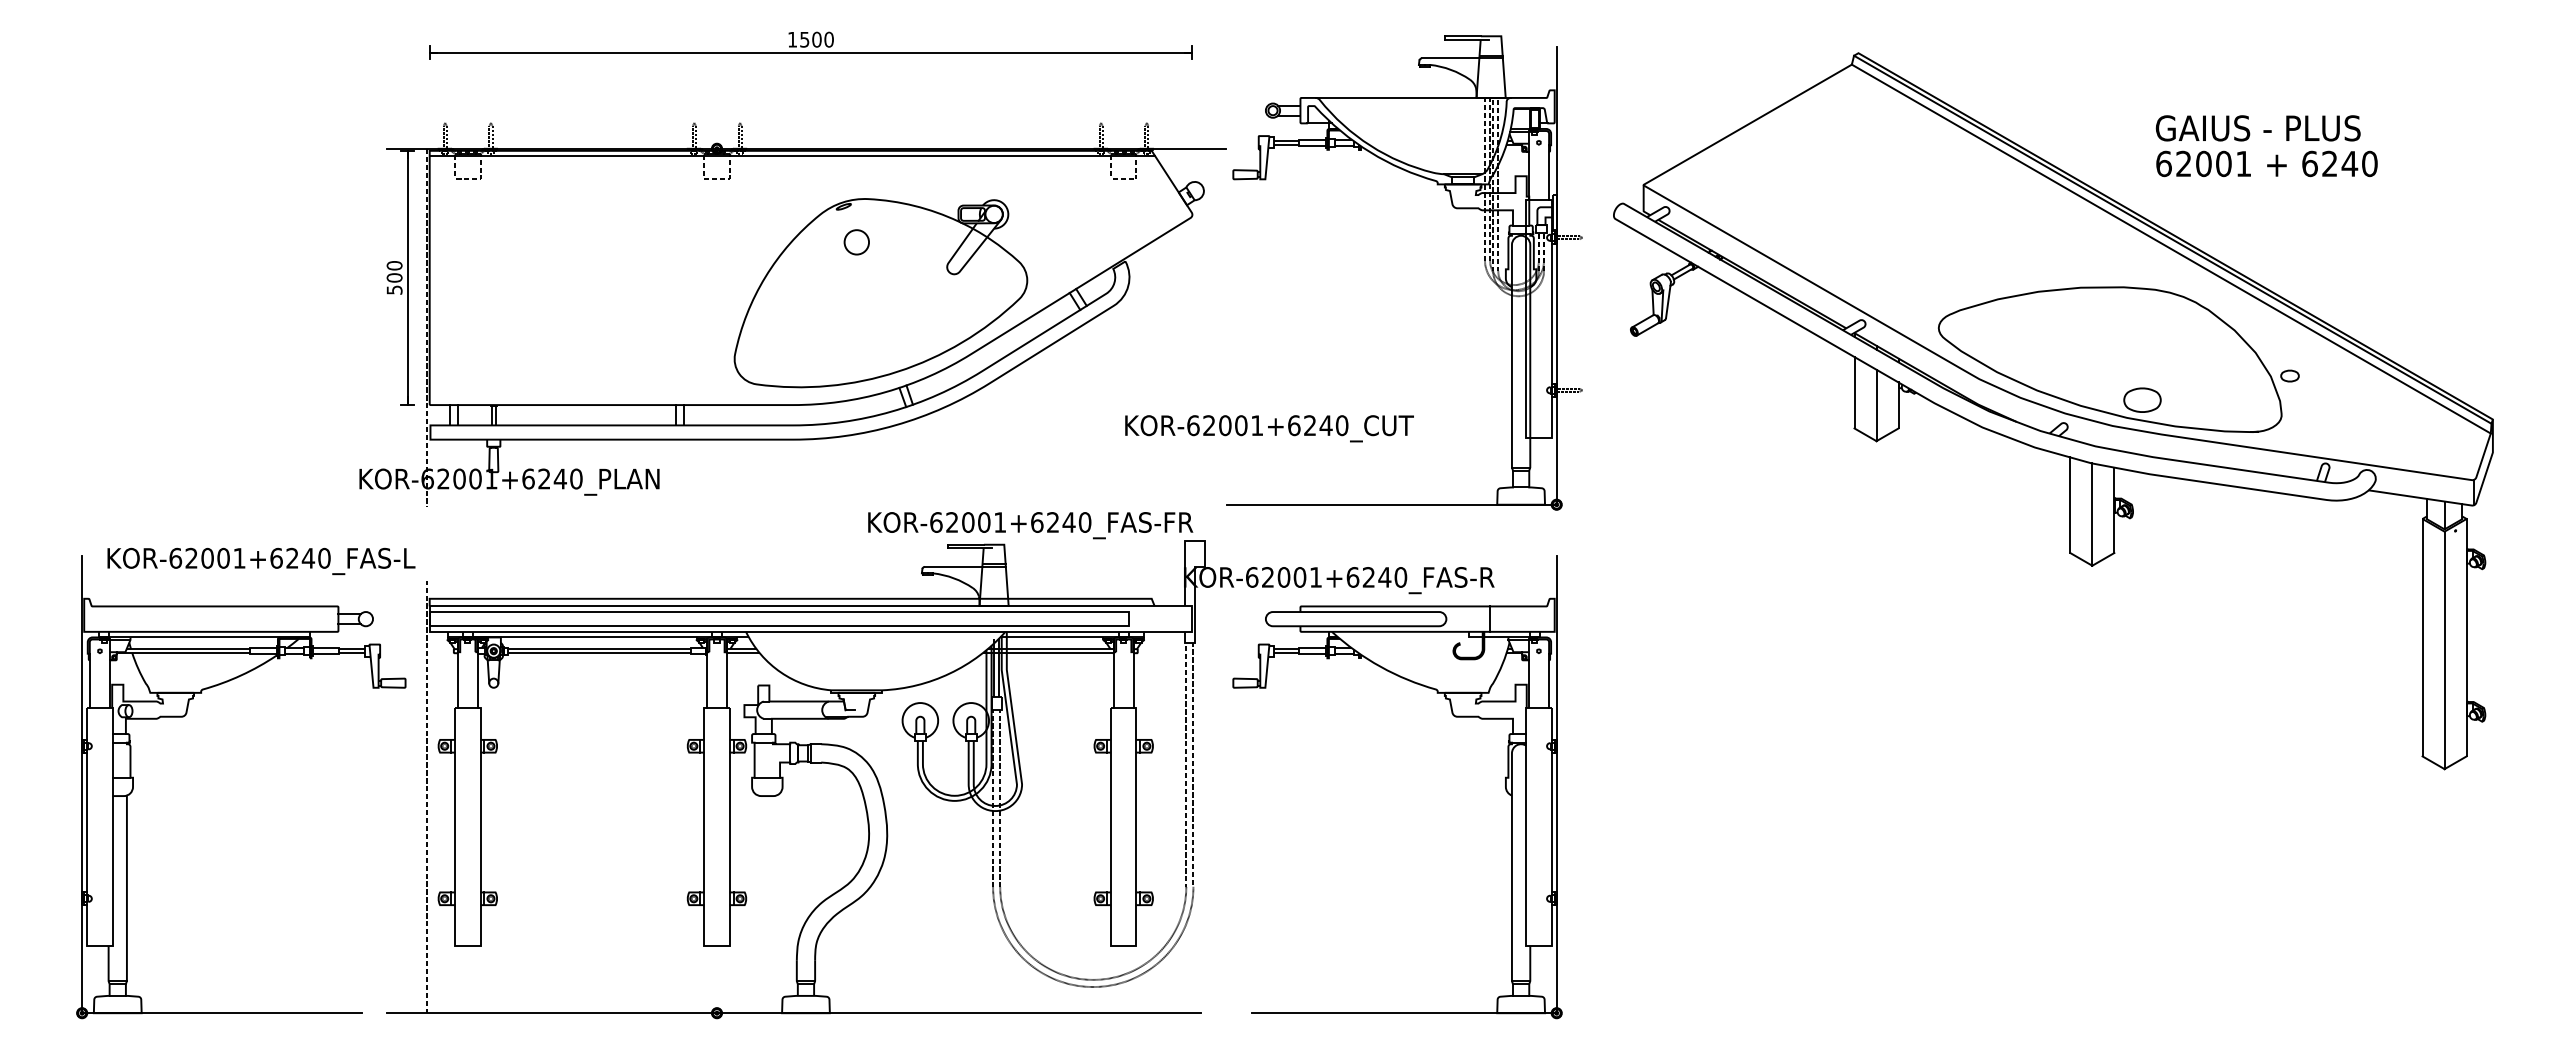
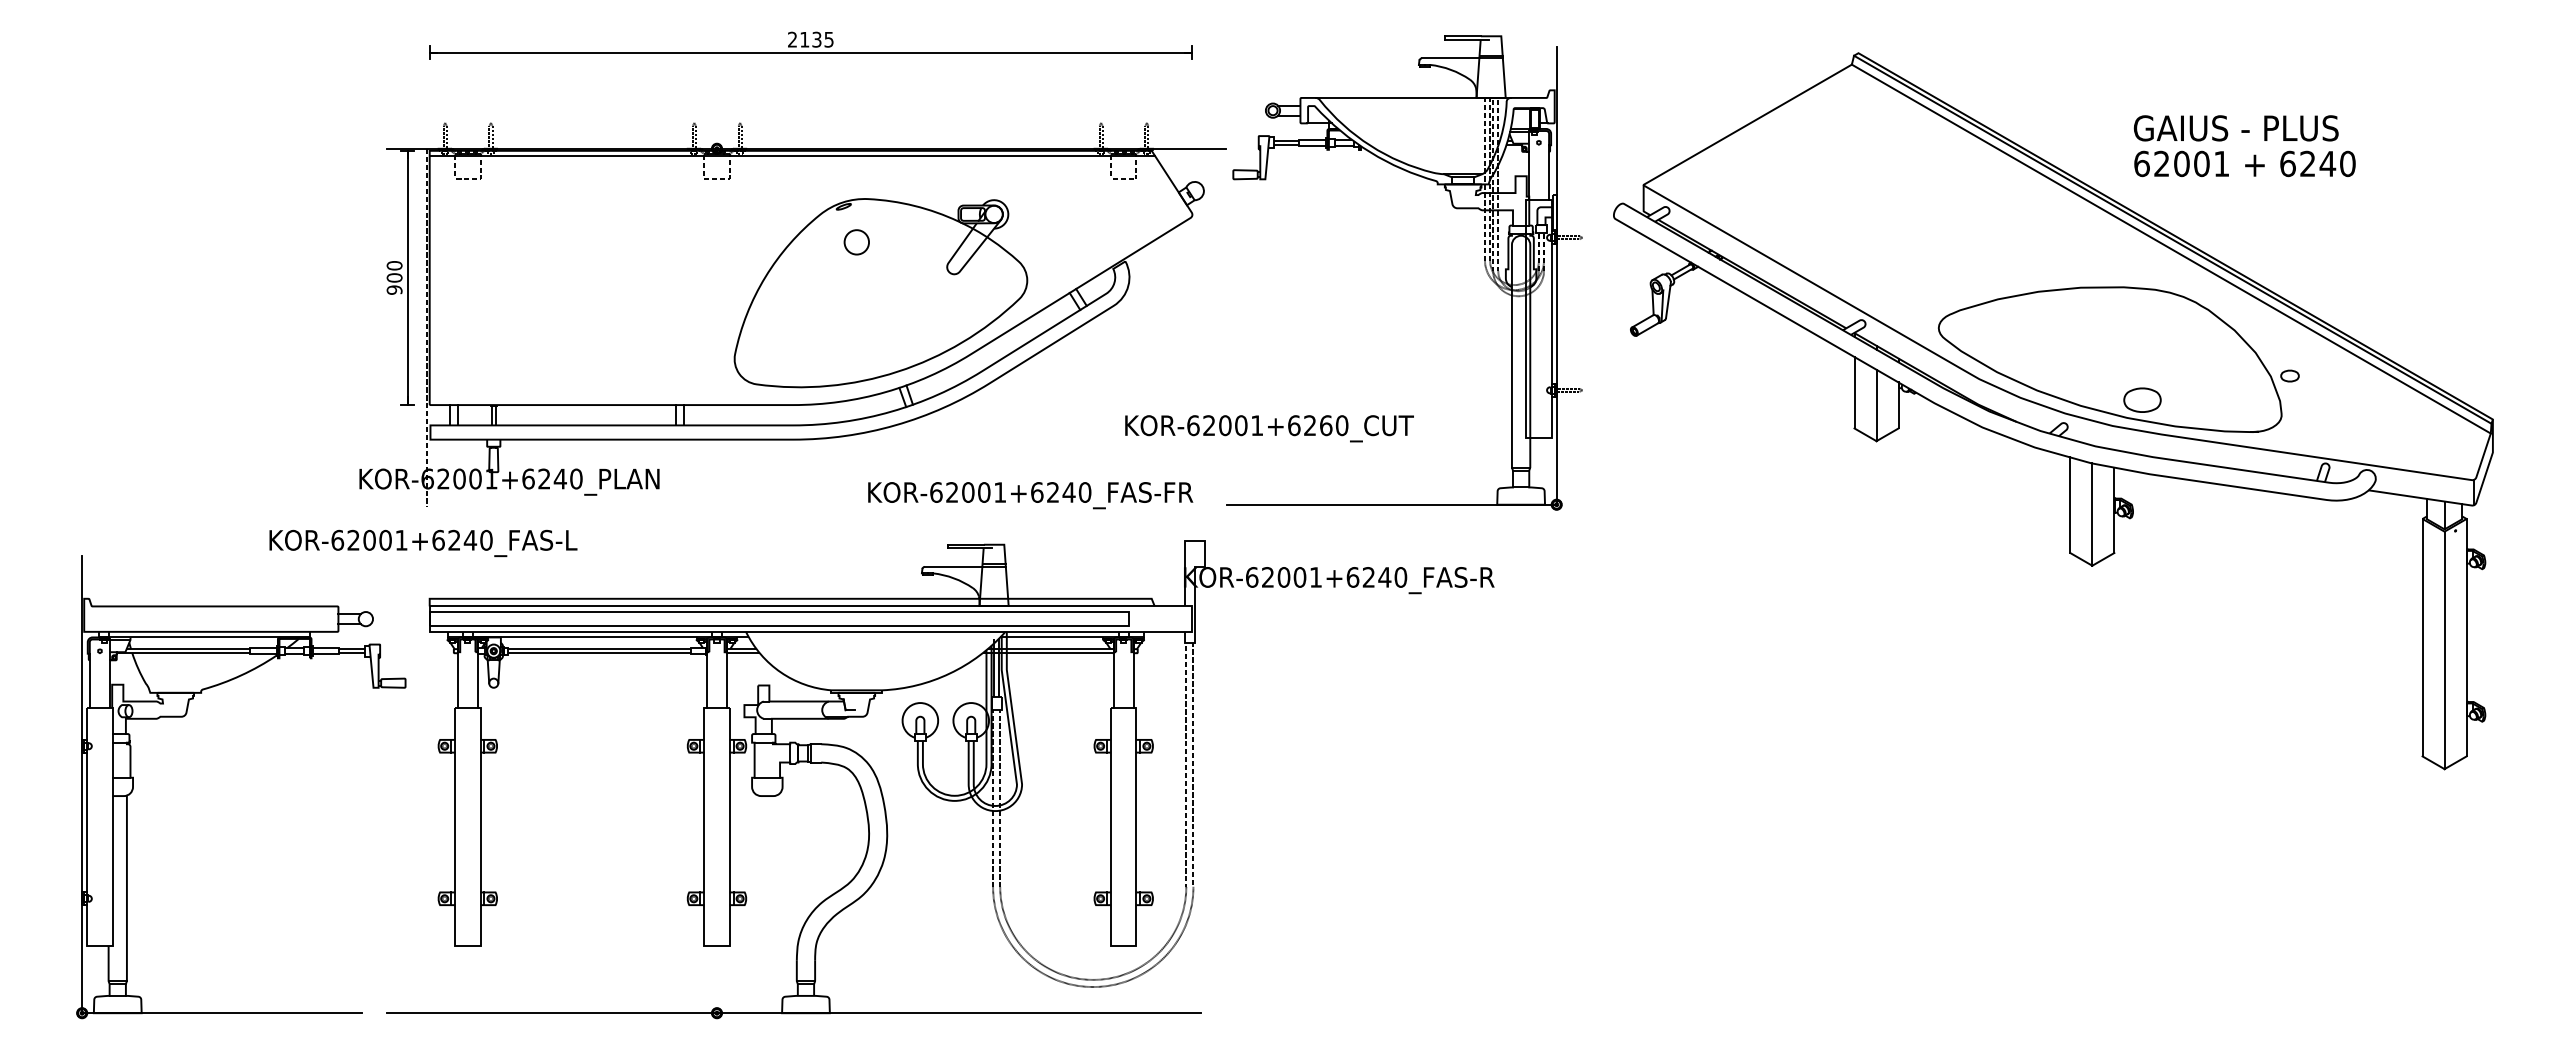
text at (810, 39): 1500 -> 2135
text at (2266, 146) position: (2266, 146) -> (2244, 146)
text at (394, 289): 500 -> 900
text at (1325, 425): KOR-62001+6240_CUT -> KOR-62001+6260_CUT
text at (1030, 525) position: (1030, 525) -> (1030, 495)
text at (261, 561) position: (261, 561) -> (423, 543)
part at (1453, 716): present -> none
line at (427, 797): present -> none
